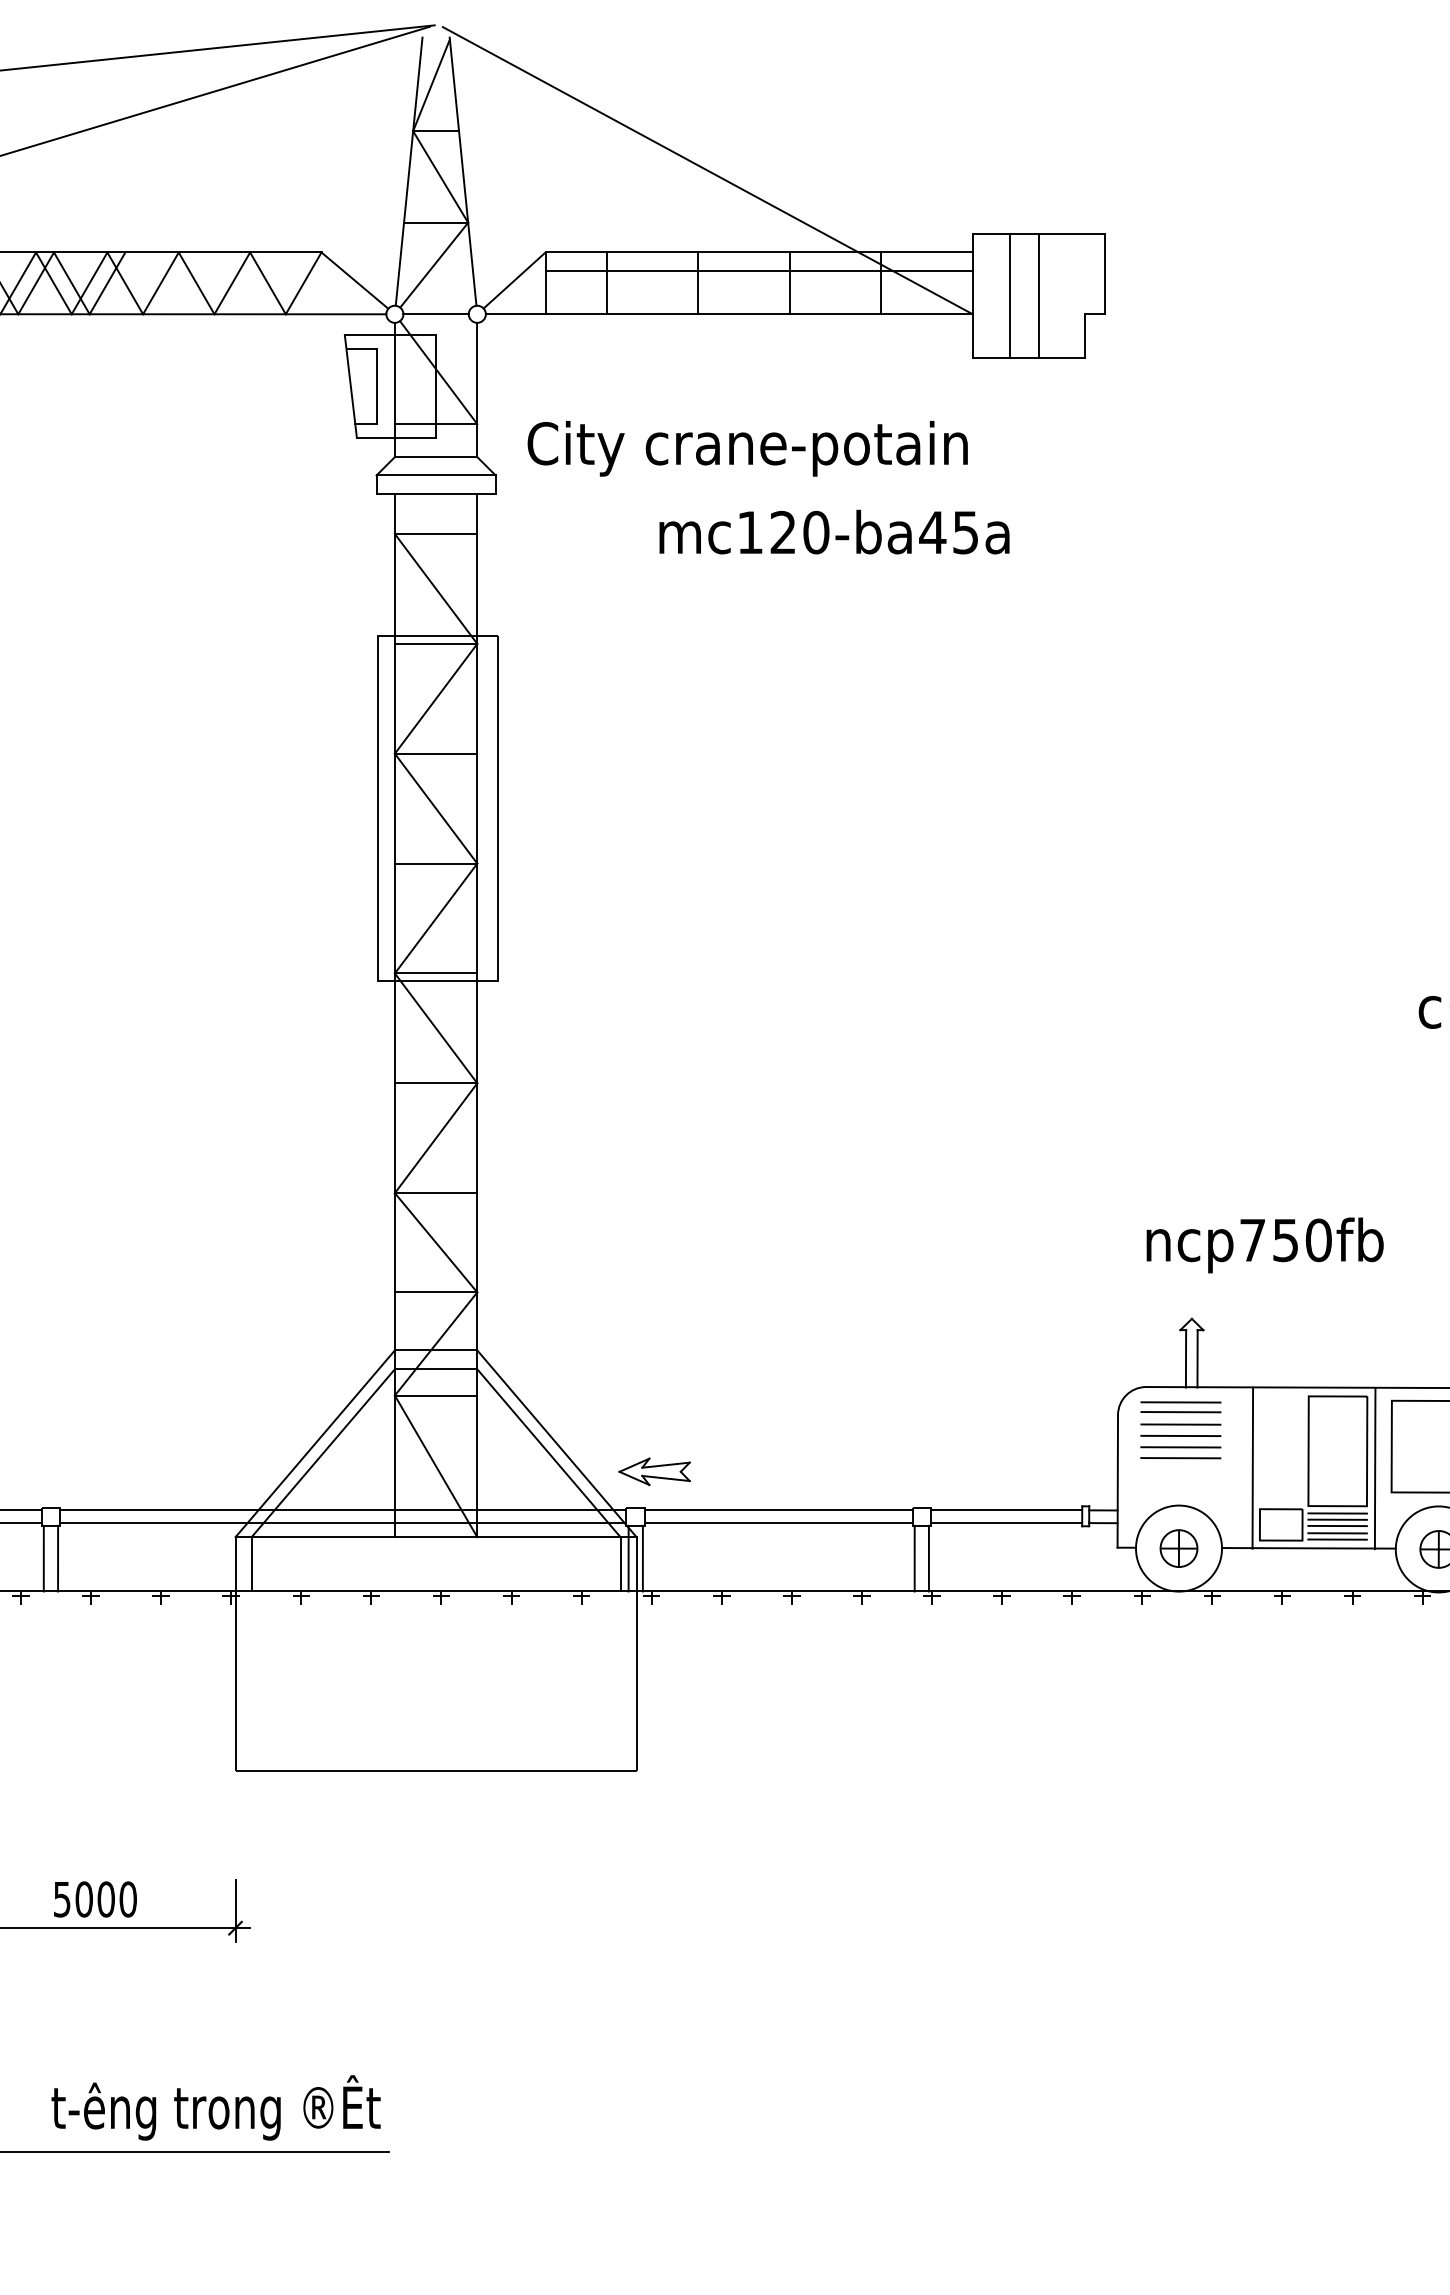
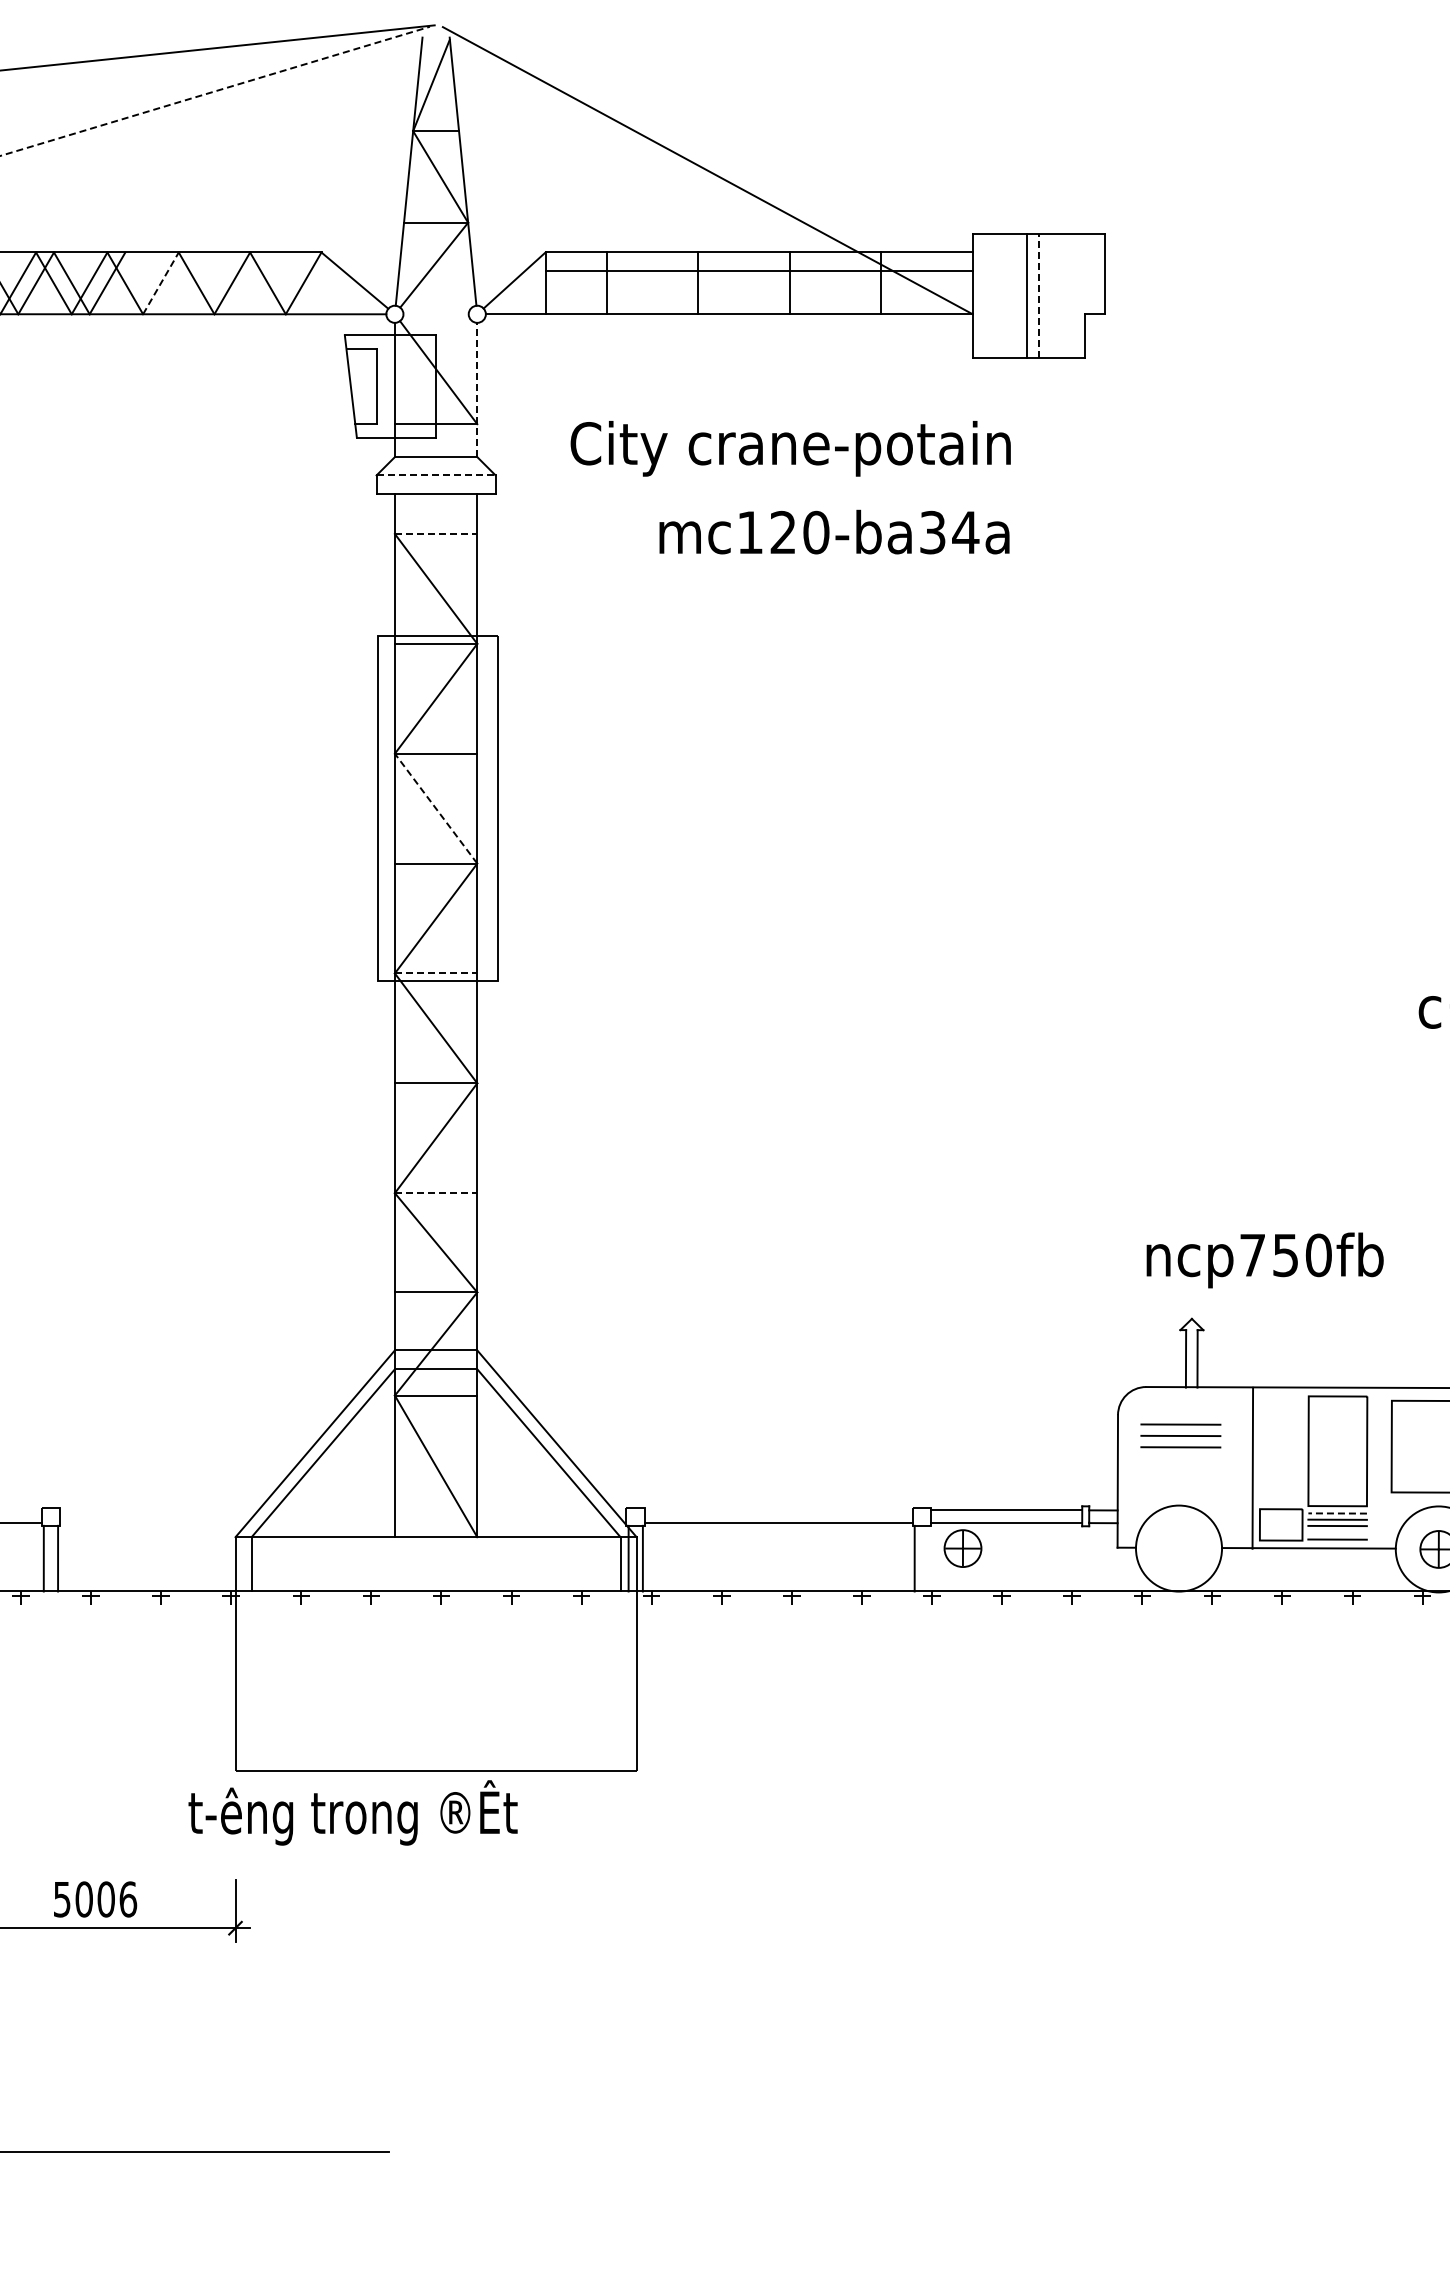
line at (215, 91): solid -> dashed
line at (160, 283): solid -> dashed
line at (1009, 296) position: (1009, 296) -> (1026, 296)
line at (1038, 296): solid -> dashed
line at (435, 314): present -> none
line at (477, 389): solid -> dashed
text at (747, 448) position: (747, 448) -> (790, 448)
line at (436, 475): solid -> dashed
text at (949, 532): mc120-ba45a -> mc120-ba34a
line at (436, 534): solid -> dashed
line at (436, 808): solid -> dashed
line at (436, 973): solid -> dashed
line at (436, 1193): solid -> dashed
text at (1264, 1245) position: (1264, 1245) -> (1264, 1260)
line at (1180, 1402): present -> none
line at (1180, 1412): present -> none
line at (1180, 1458): present -> none
line at (1374, 1468): present -> none
part at (654, 1471): present -> none
line at (21, 1510): present -> none
line at (343, 1510): present -> none
line at (778, 1510): present -> none
line at (1337, 1513): solid -> dashed
line at (343, 1523): present -> none
line at (1337, 1533): present -> none
part at (1178, 1548) position: (1178, 1548) -> (962, 1548)
line at (928, 1558): present -> none
text at (128, 1899): 5000 -> 5006
text at (215, 2107) position: (215, 2107) -> (352, 1812)
